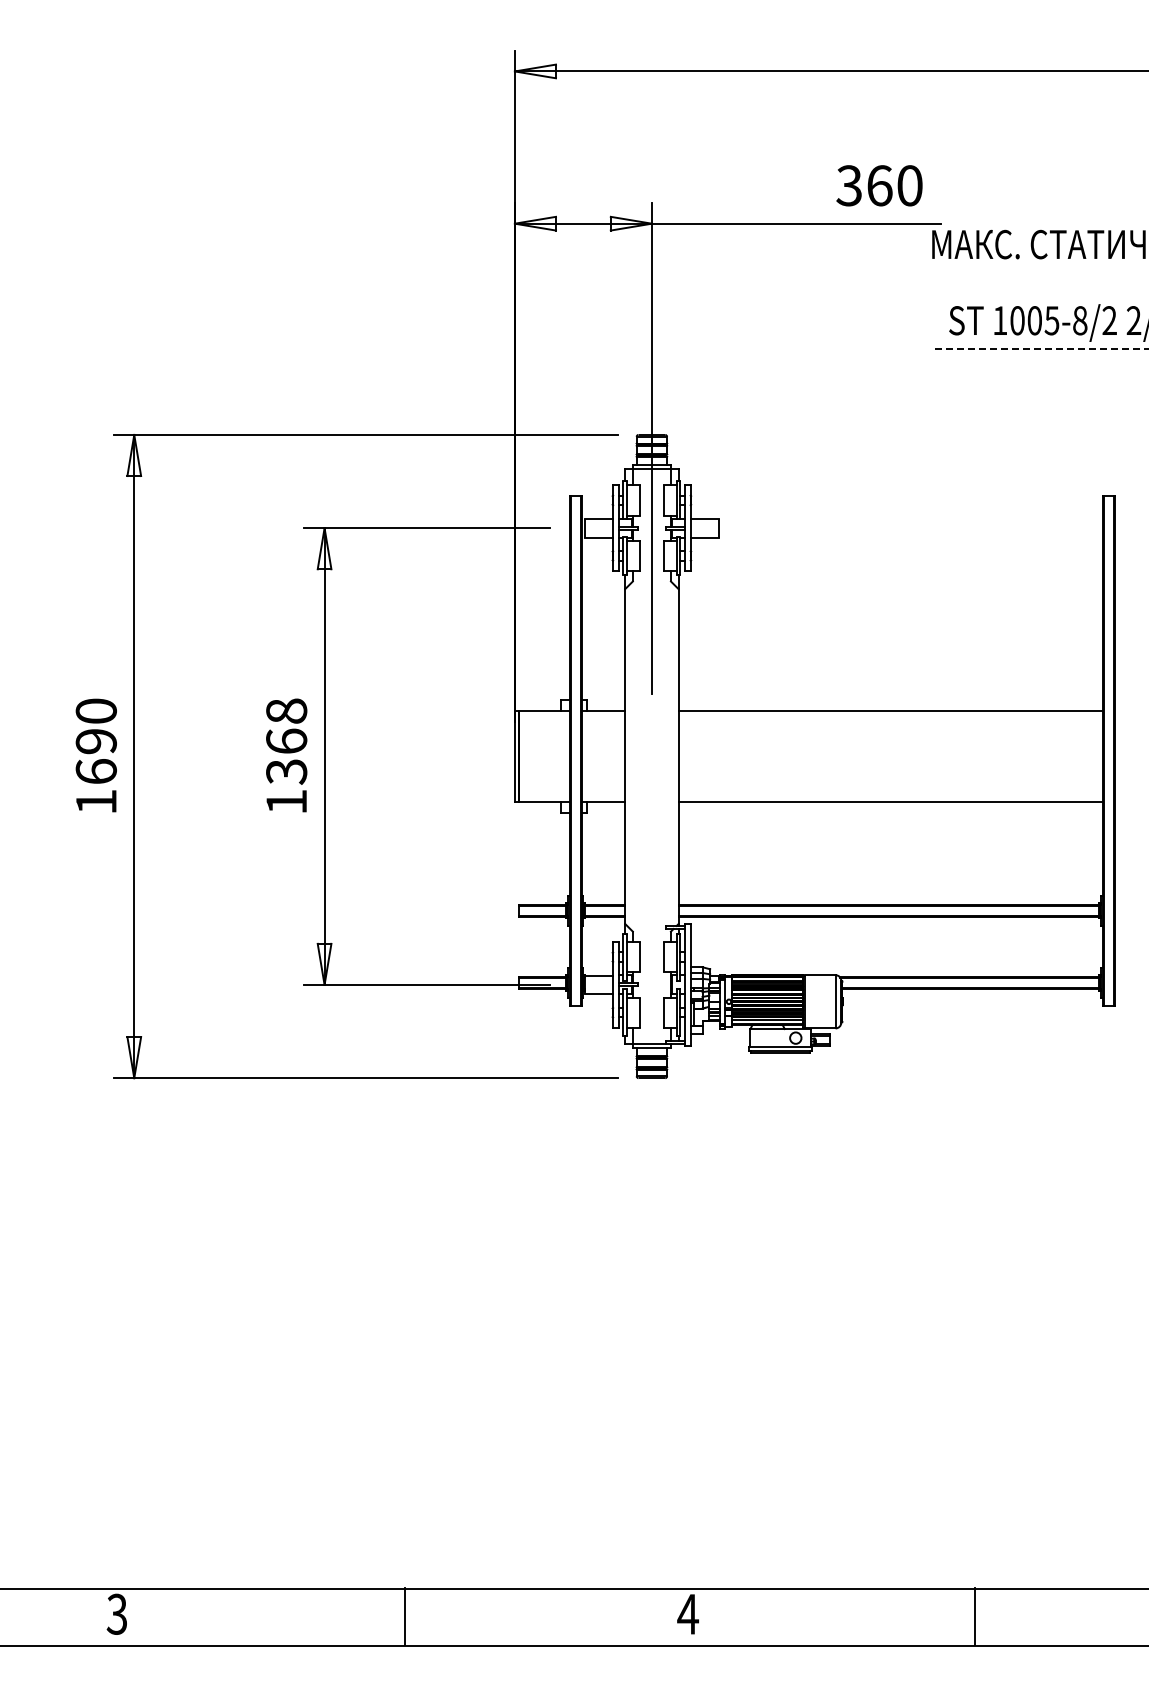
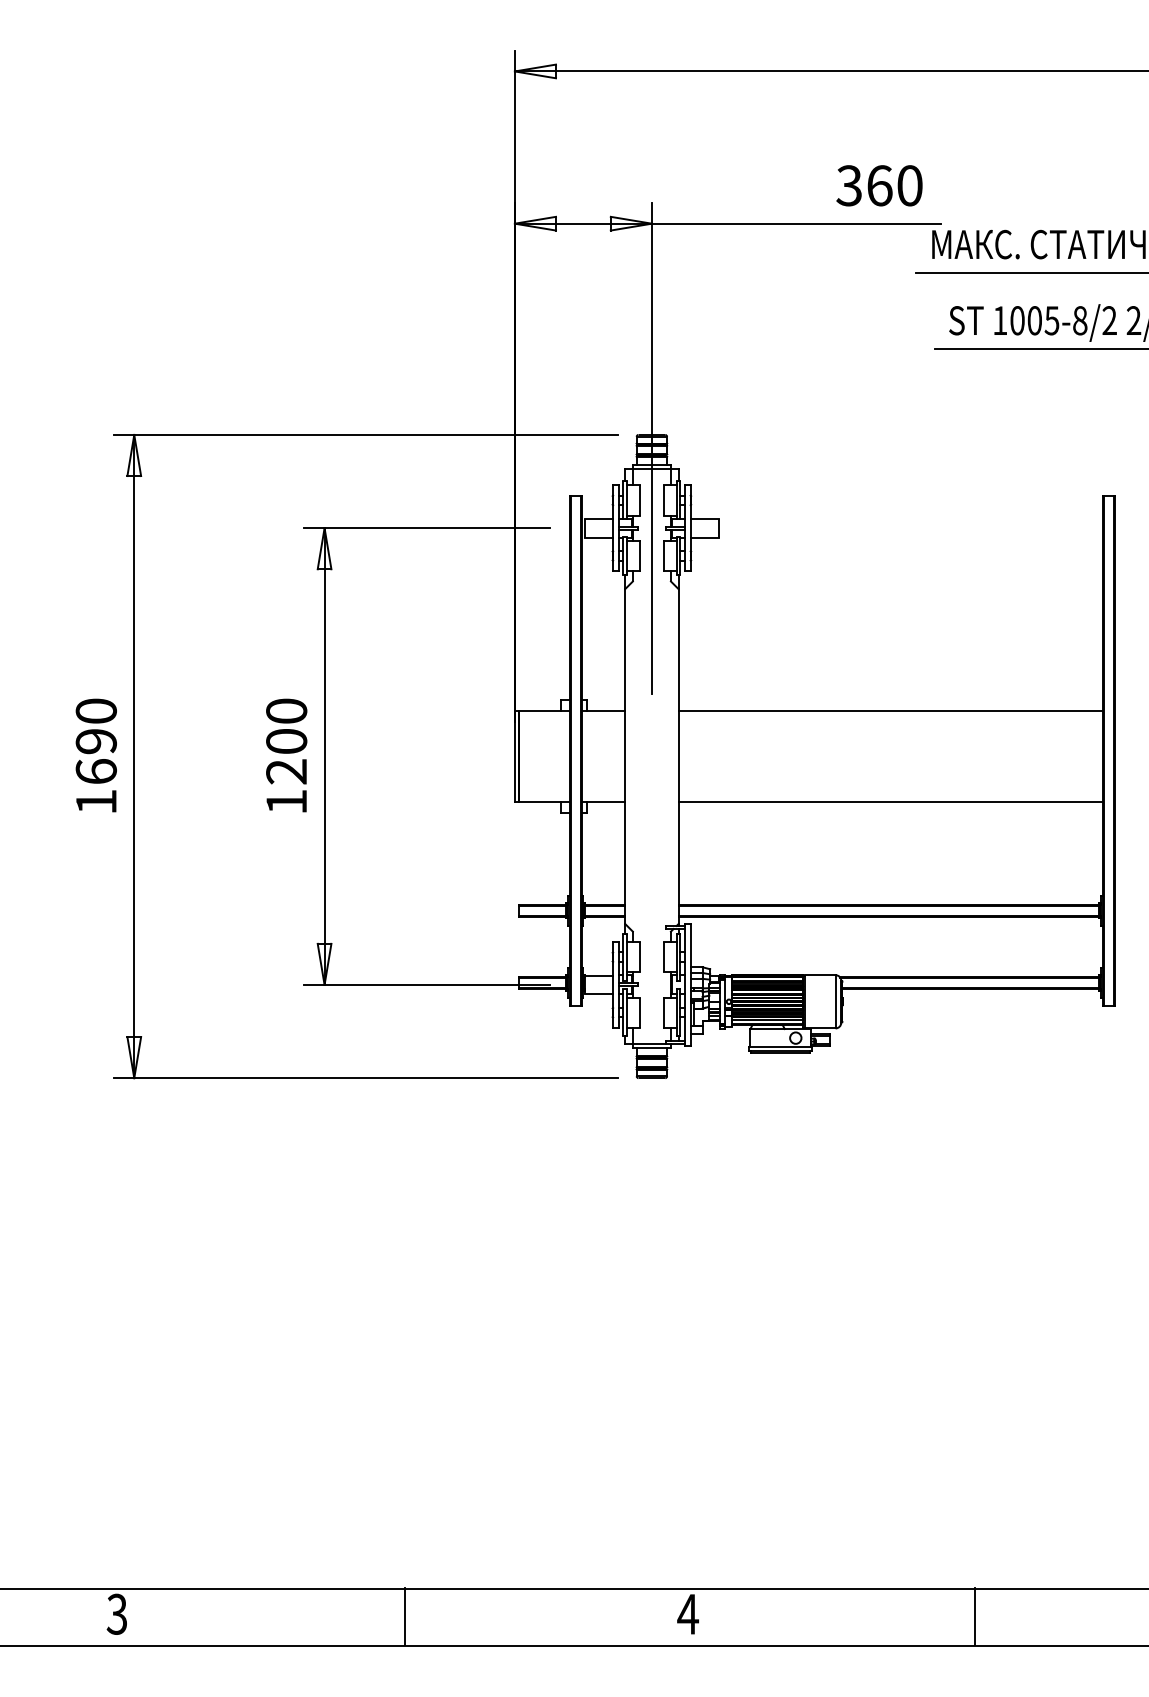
line at (1030, 273): none -> present
line at (1041, 349): dashed -> solid
text at (286, 741): 1368 -> 1200
